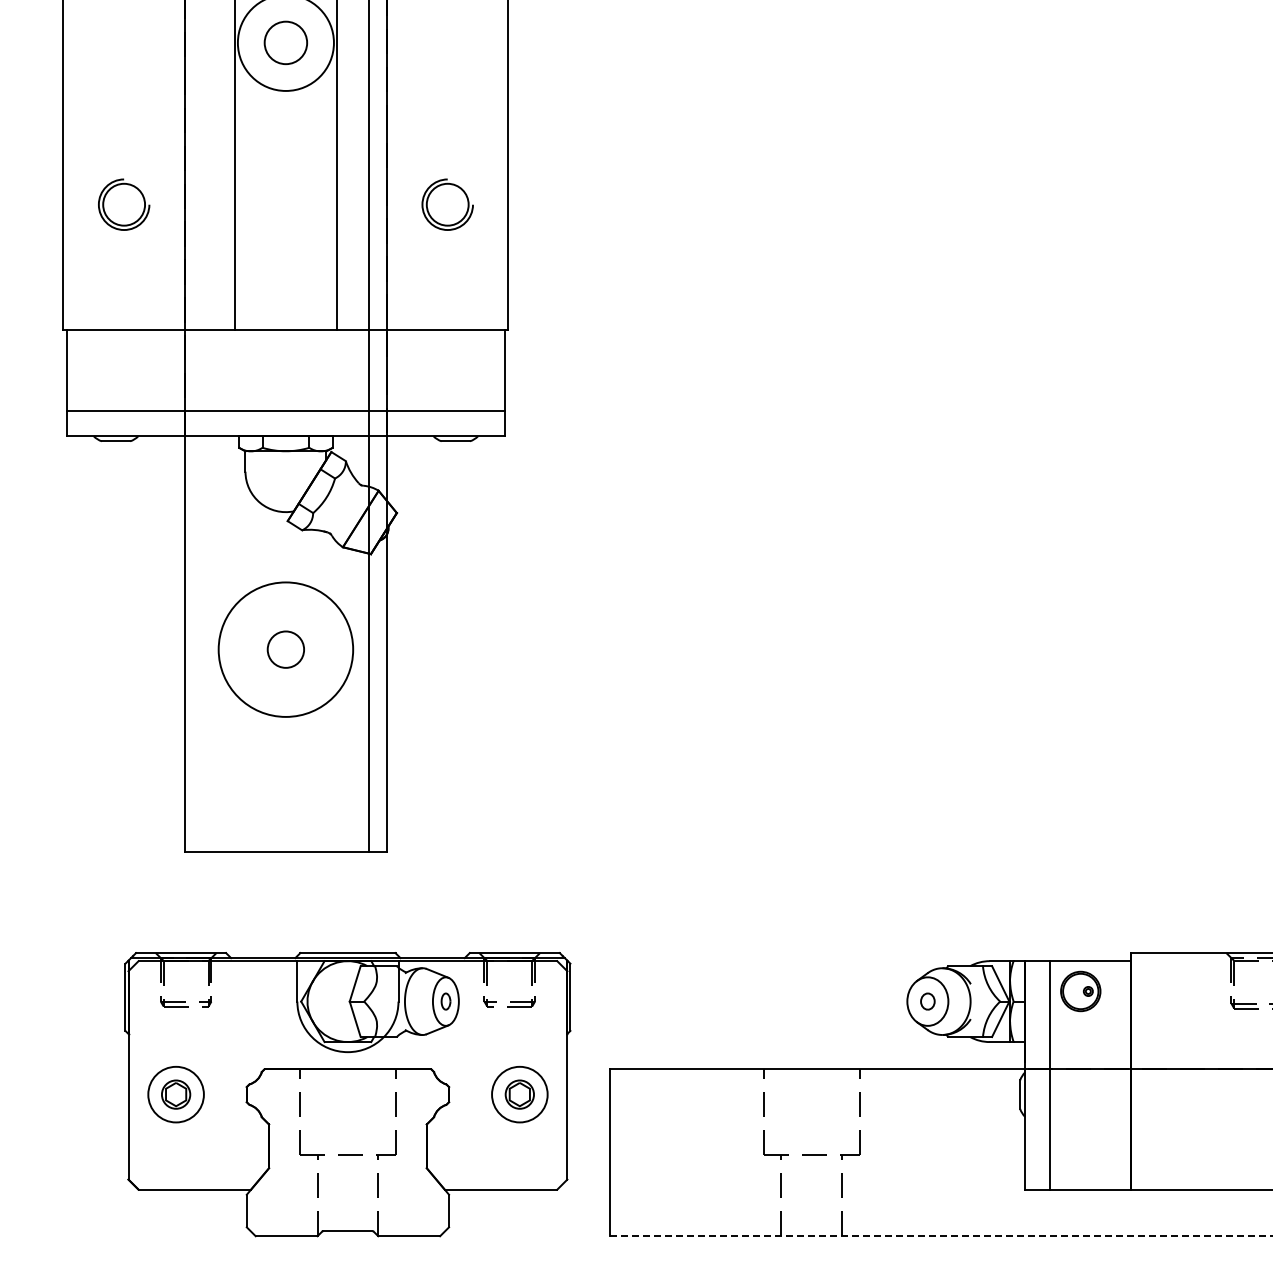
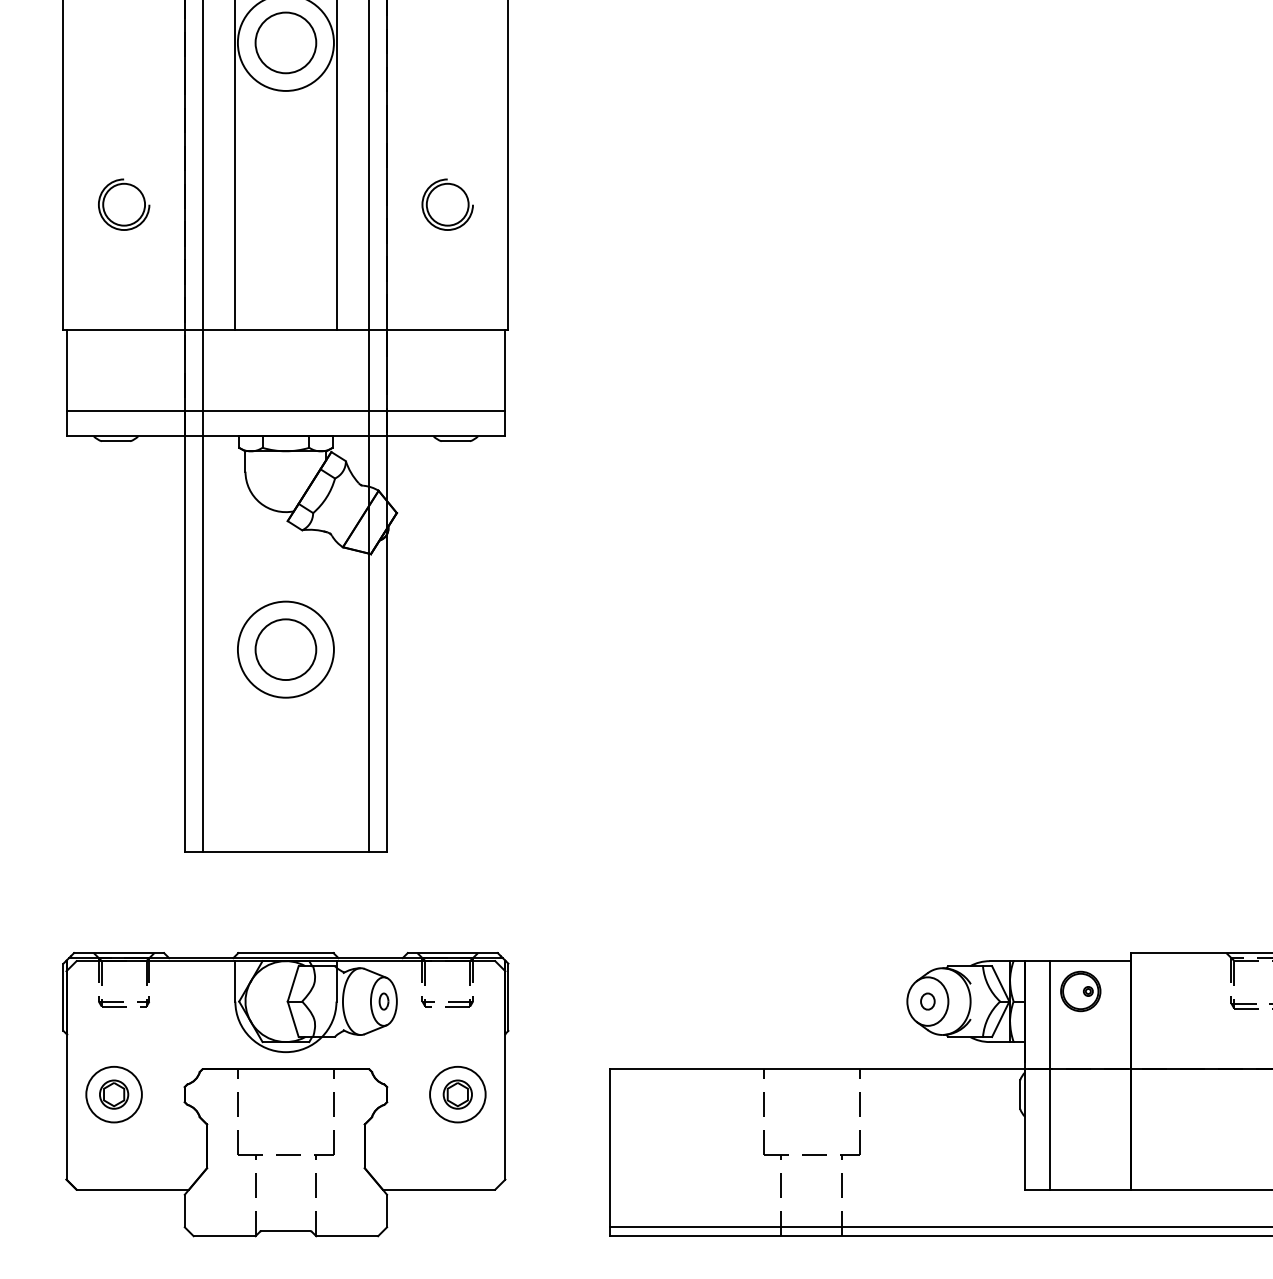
circle at (285, 42) diameter: 42 px -> 61 px
line at (202, 426): none -> present
circle at (285, 649) diameter: 134 px -> 96 px
circle at (285, 649) diameter: 36 px -> 61 px
part at (347, 1094) position: (347, 1094) -> (285, 1094)
line at (939, 1227): none -> present
line at (941, 1236): dashed -> solid
